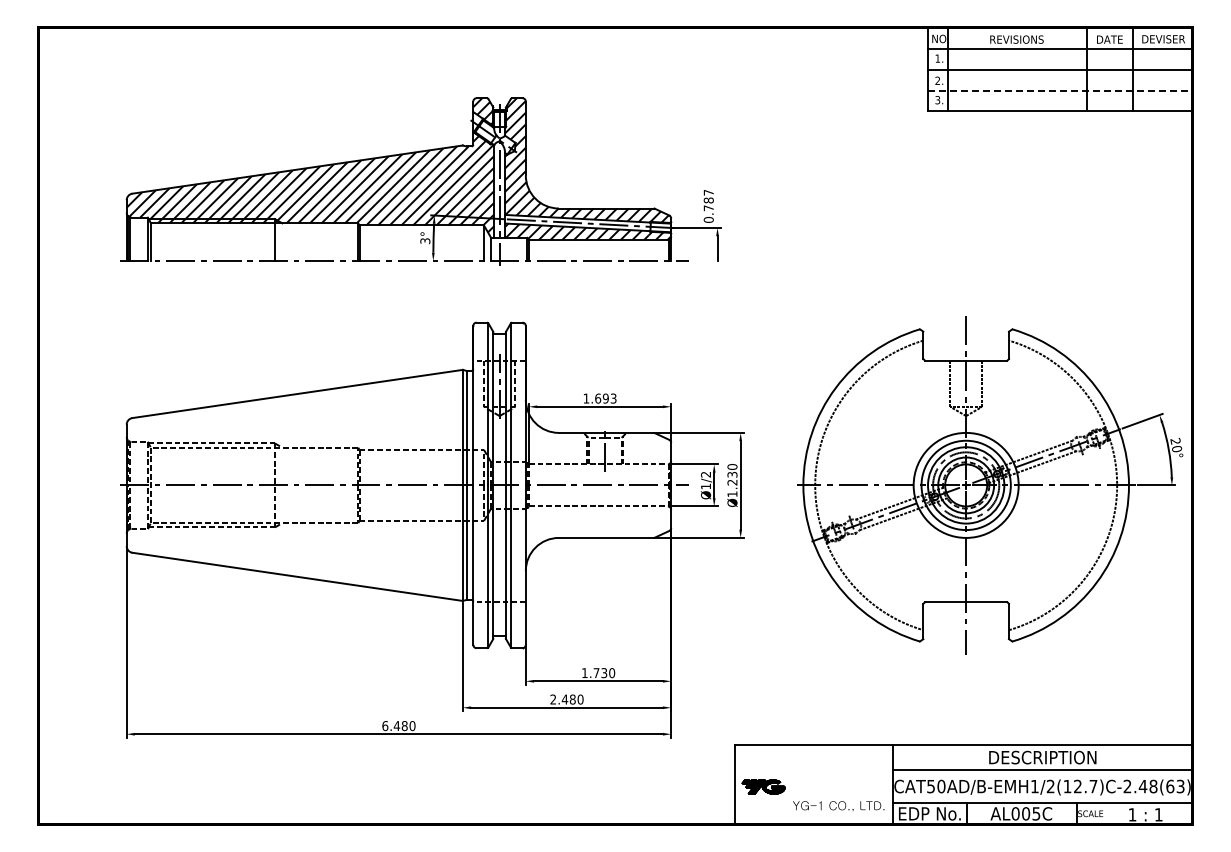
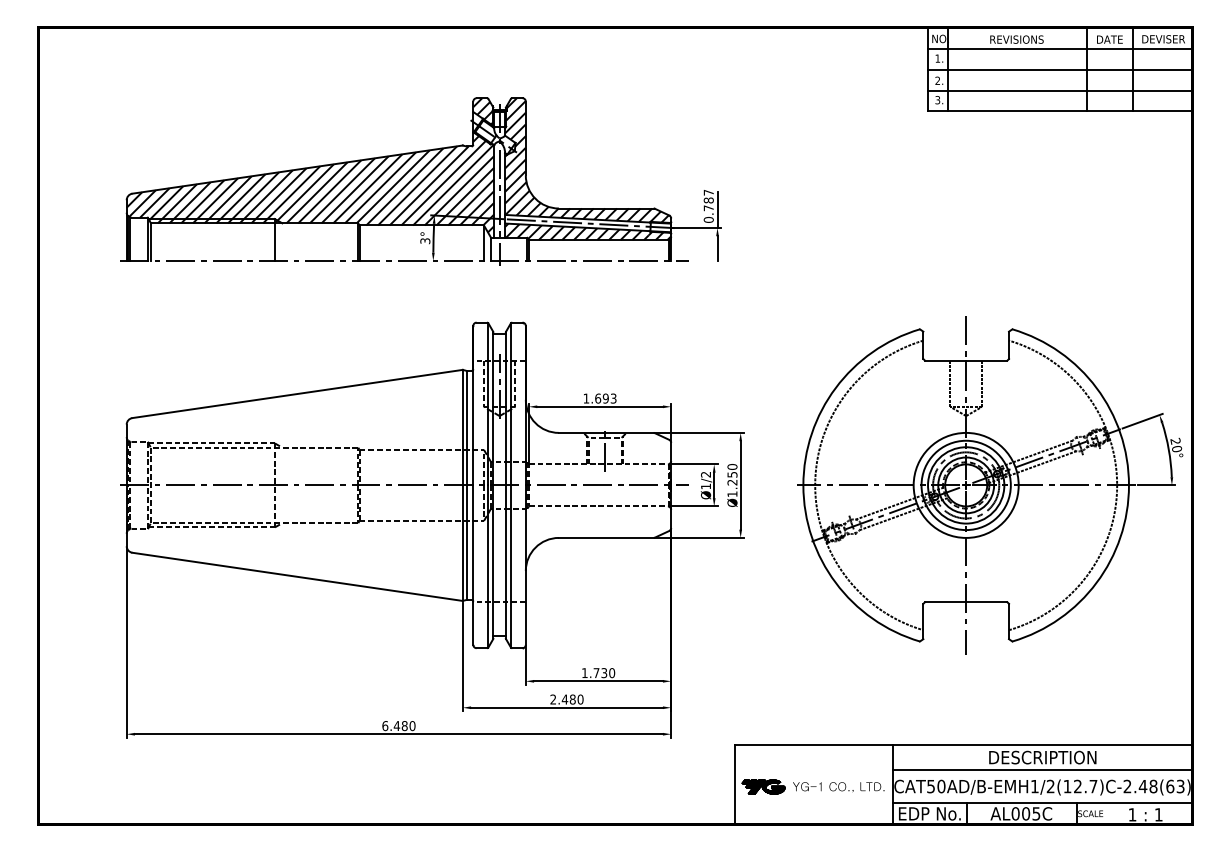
line at (1060, 90): dashed -> solid
line at (717, 209): none -> present
text at (731, 474): Ø1.230 -> Ø1.250
text at (838, 806) position: (838, 806) -> (838, 787)
